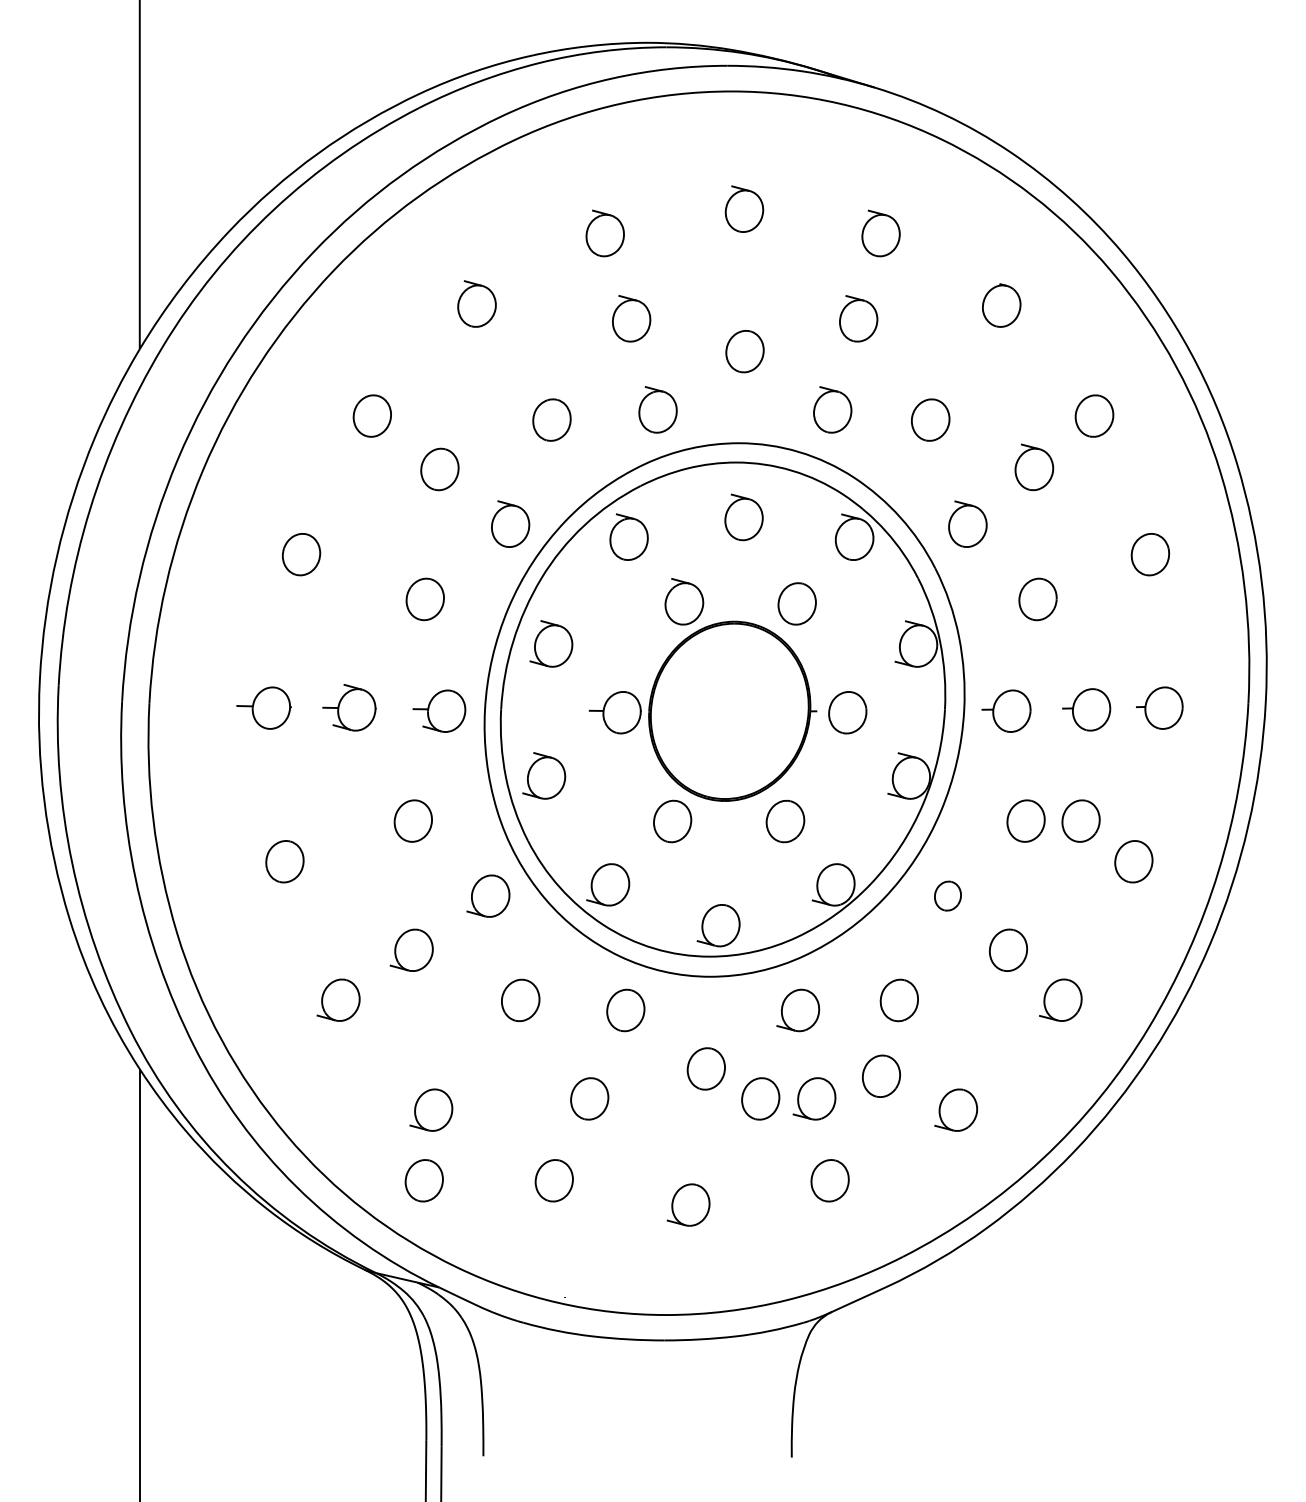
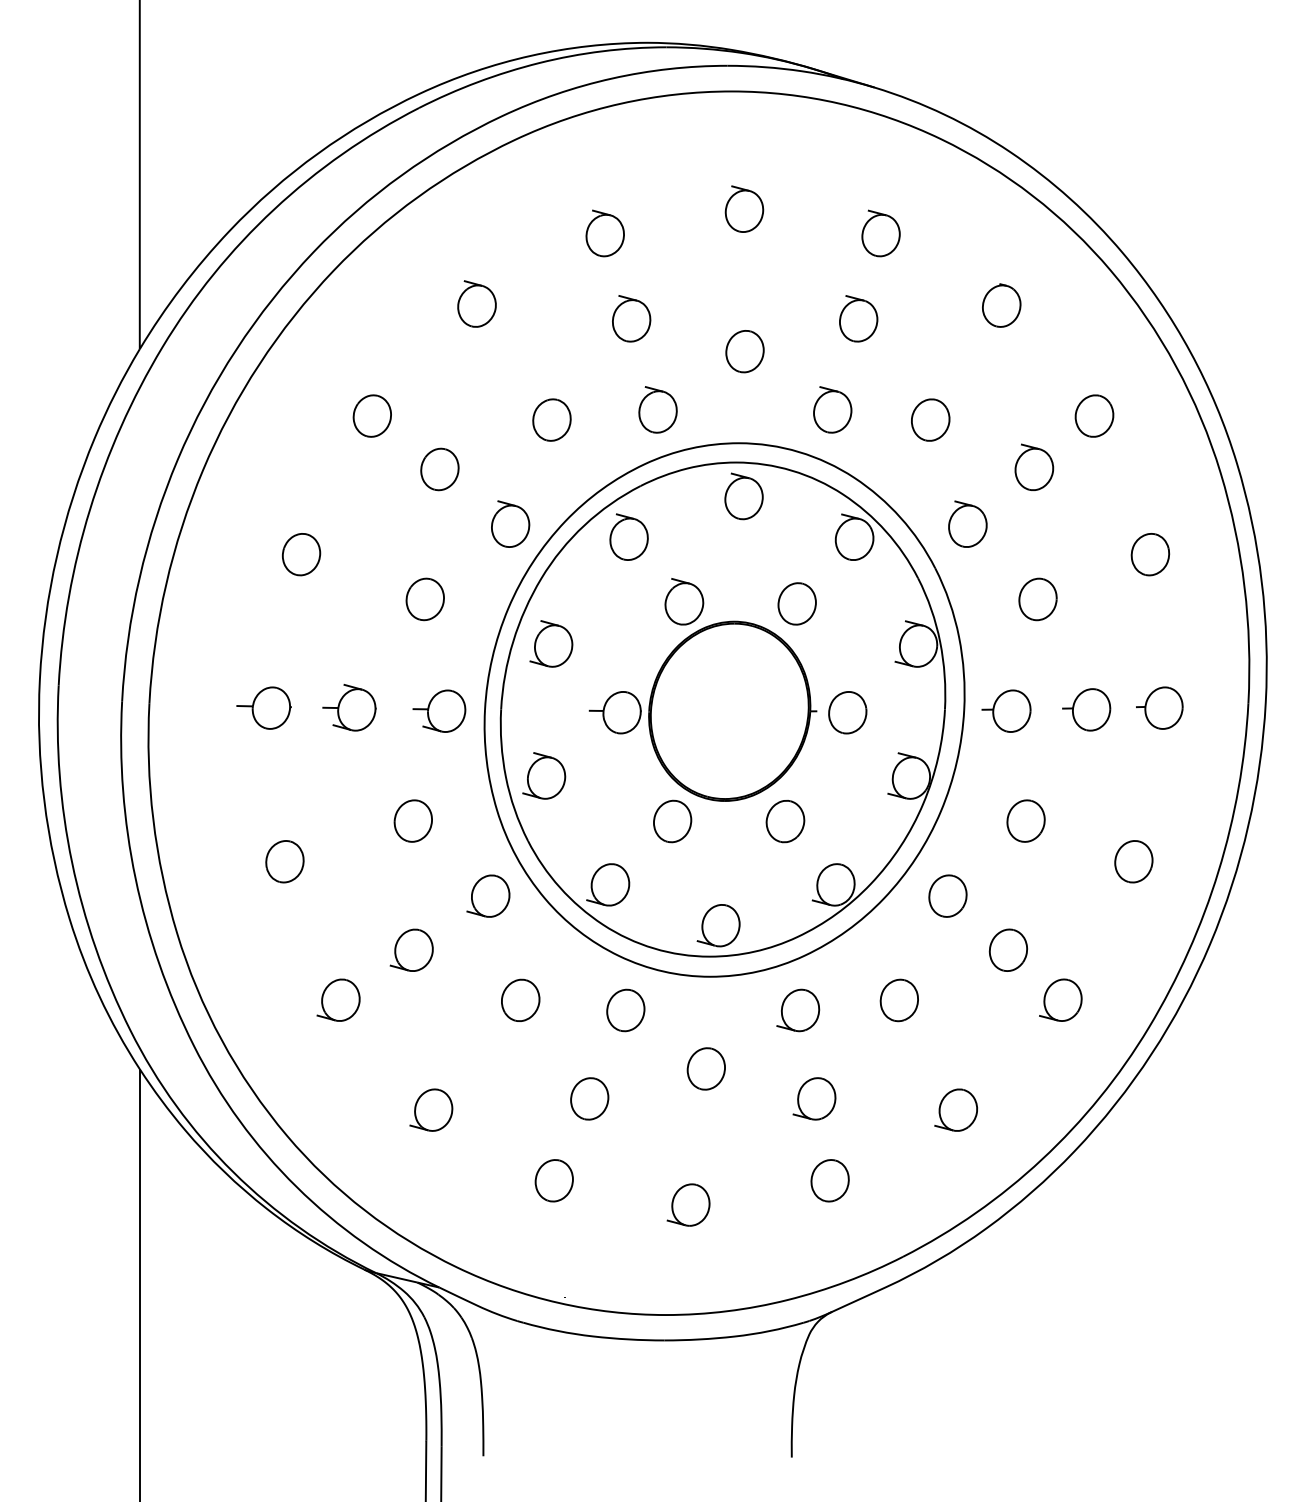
part at (743, 517) position: (743, 517) -> (743, 496)
part at (1080, 820): present -> none
part at (947, 895) size: 28x32 px -> 40x44 px
part at (880, 1075): present -> none
part at (760, 1098): present -> none
part at (423, 1180): present -> none
